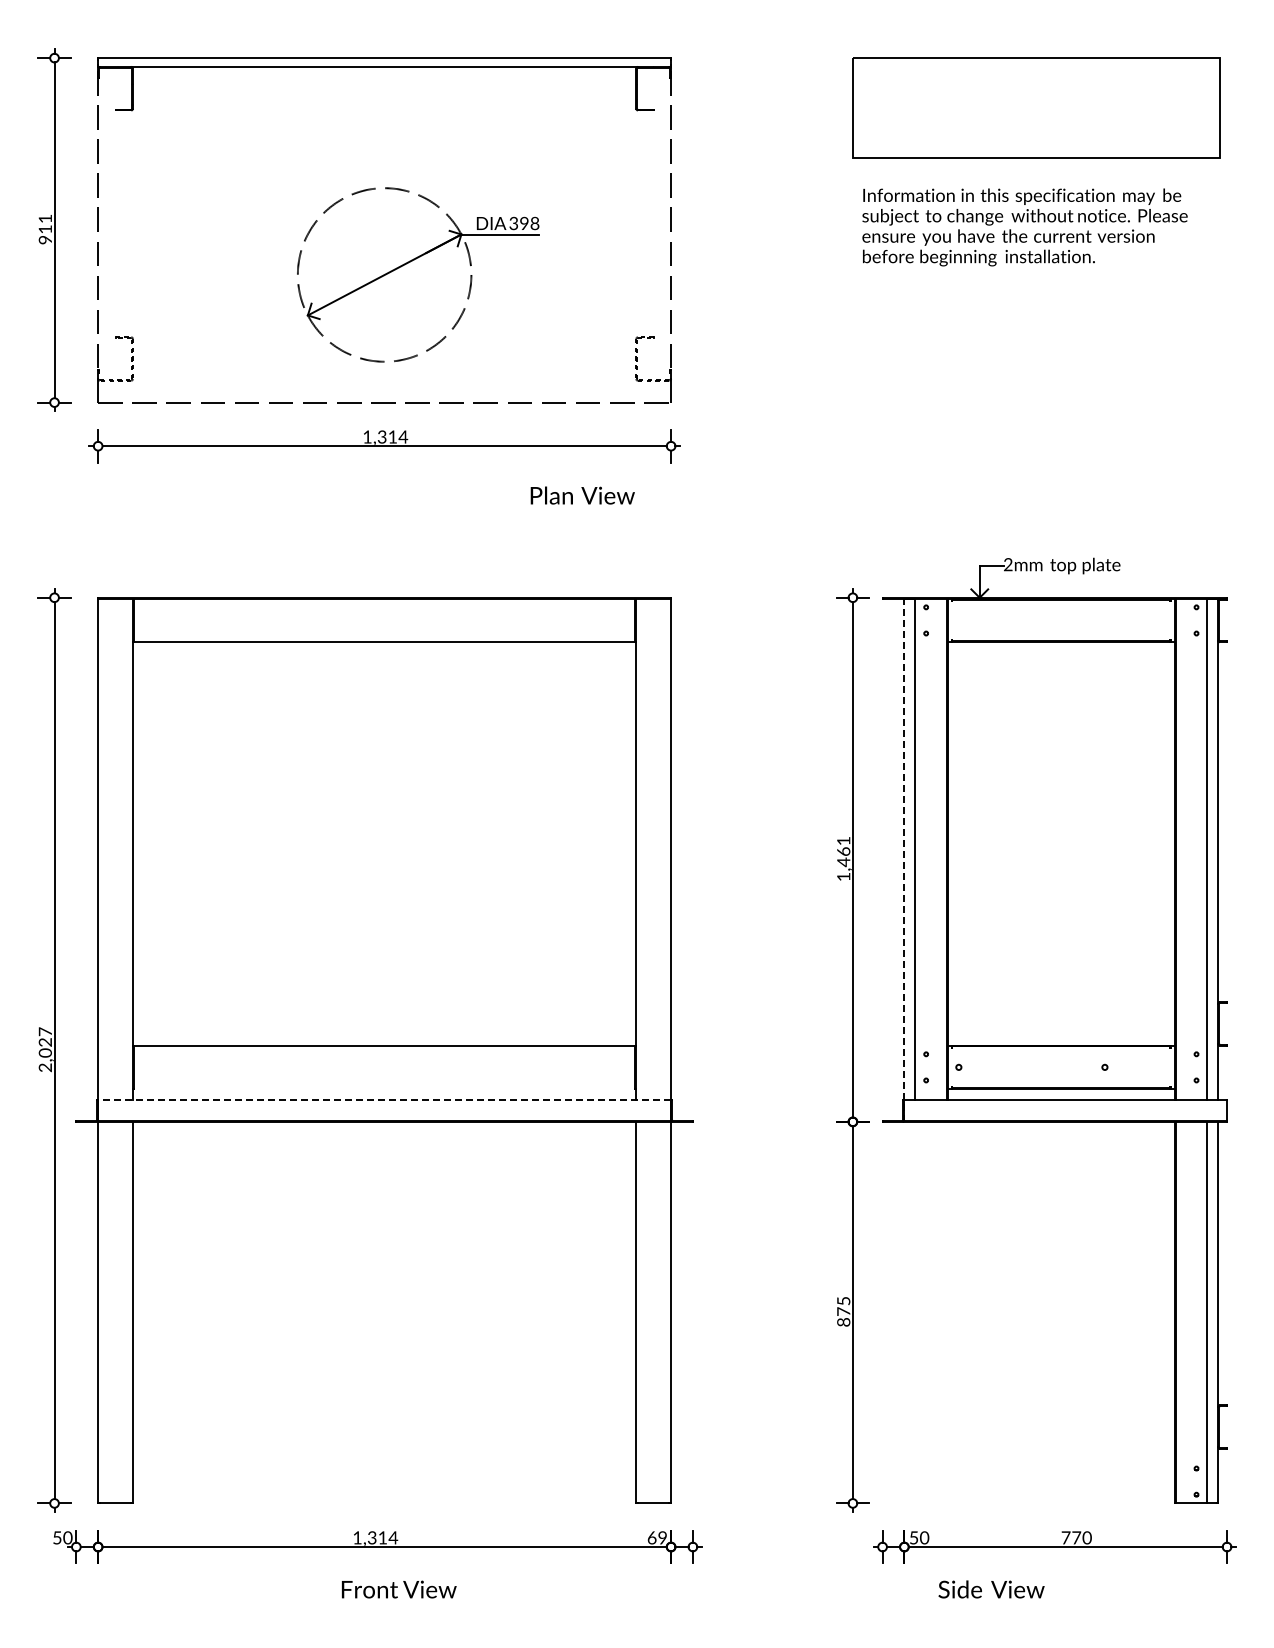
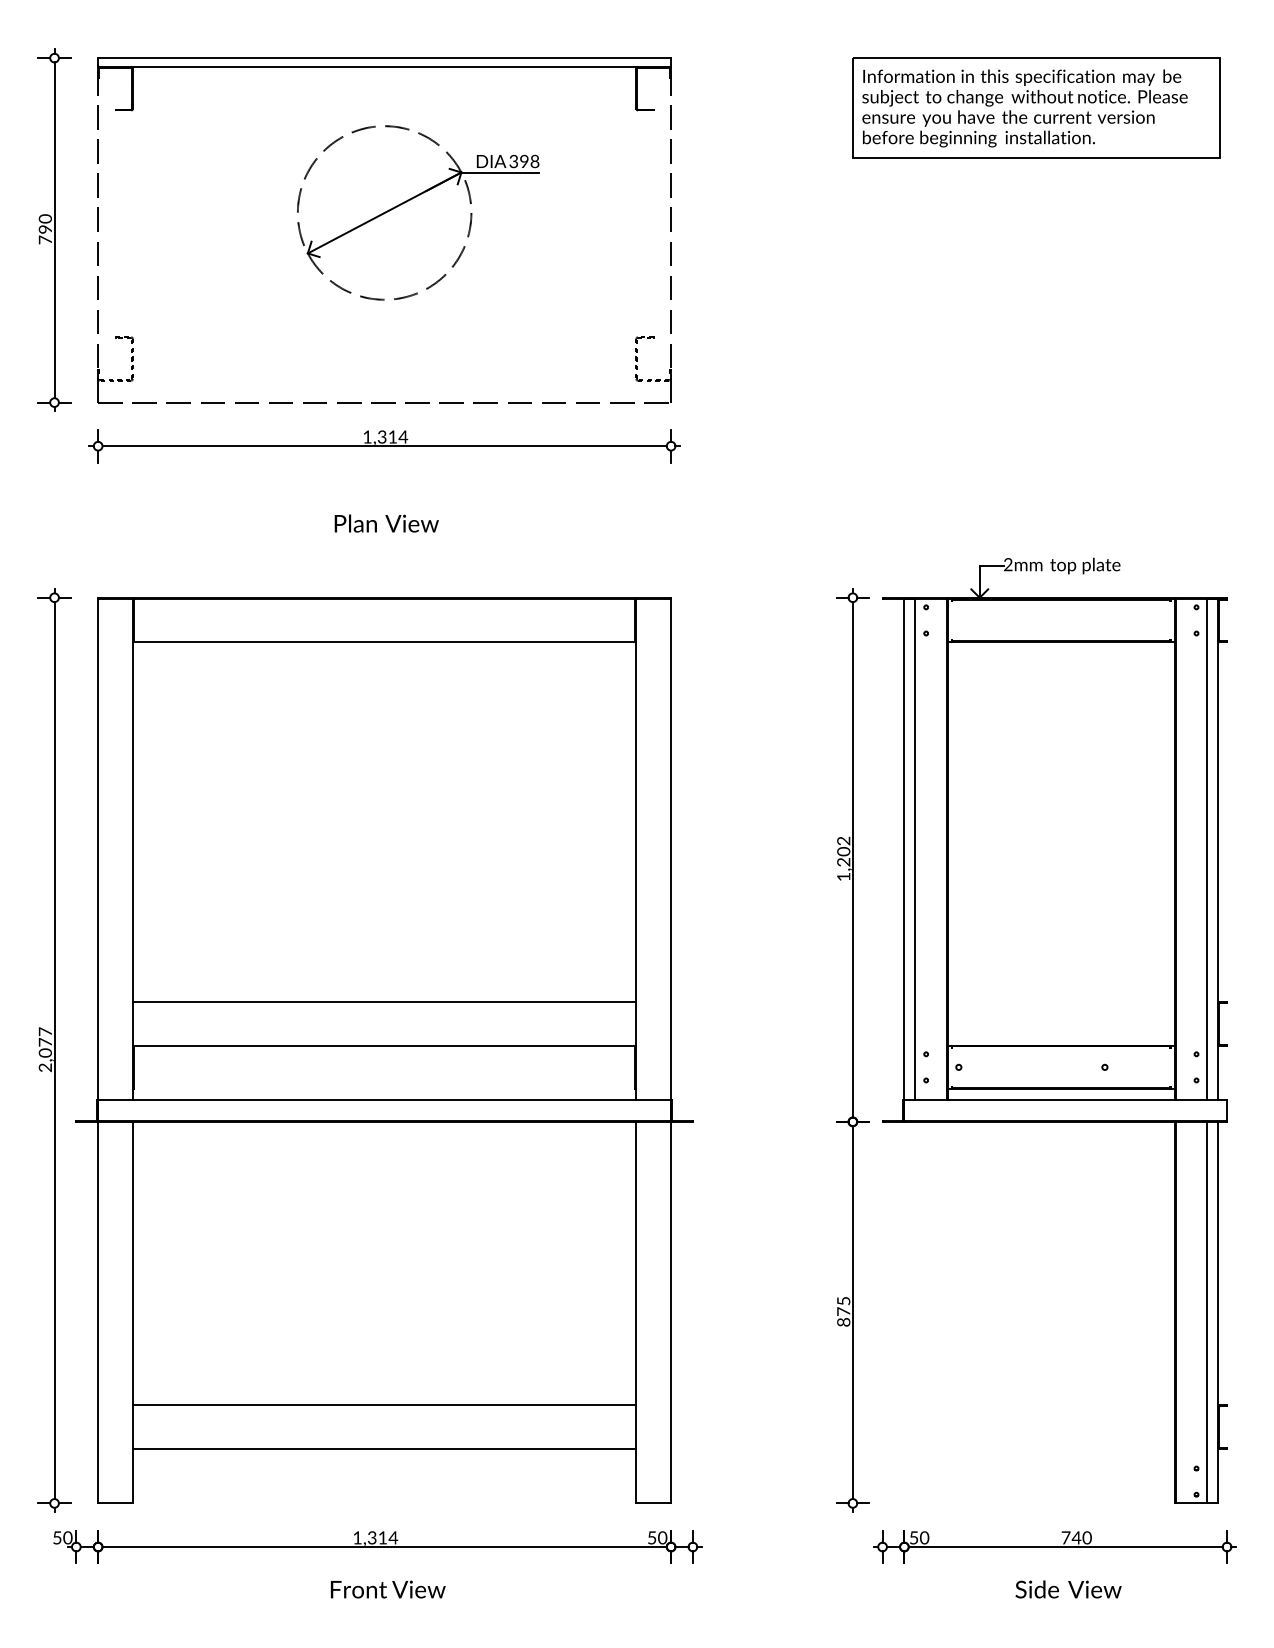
text at (1024, 227) position: (1024, 227) -> (1024, 108)
text at (44, 229): 911 -> 790
part at (412, 261) position: (412, 261) -> (412, 199)
text at (582, 495) position: (582, 495) -> (386, 523)
text at (843, 851): 1,461 -> 1,202
line at (904, 860): dashed -> solid
line at (384, 1001): none -> present
text at (44, 1041): 2,027 -> 2,077
line at (384, 1100): dashed -> solid
line at (384, 1405): none -> present
line at (384, 1448): none -> present
text at (657, 1537): 69 -> 50
text at (1076, 1537): 770 -> 740
text at (399, 1589) position: (399, 1589) -> (388, 1589)
text at (991, 1589) position: (991, 1589) -> (1068, 1589)
